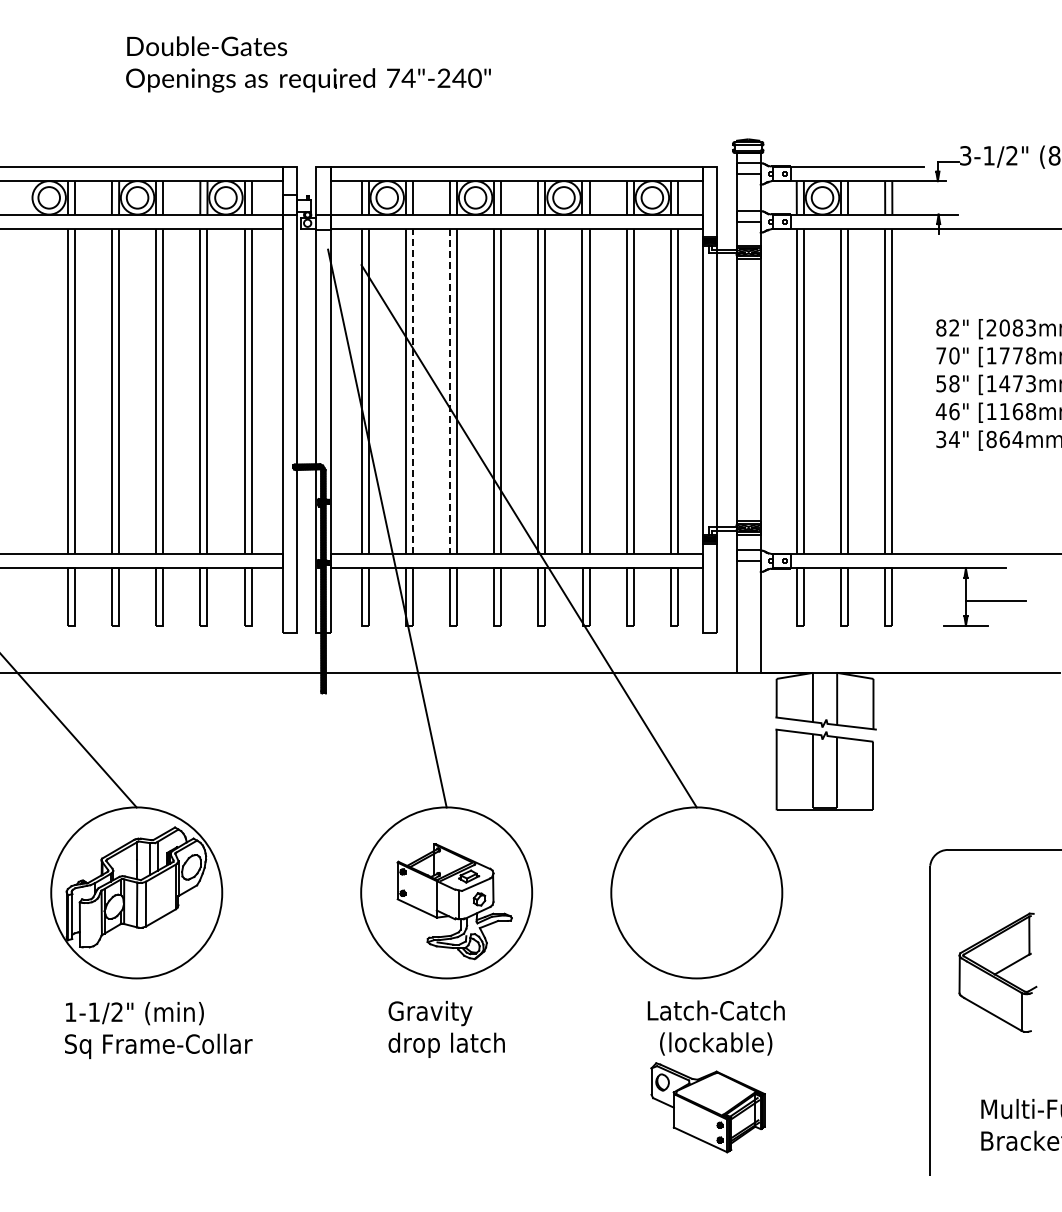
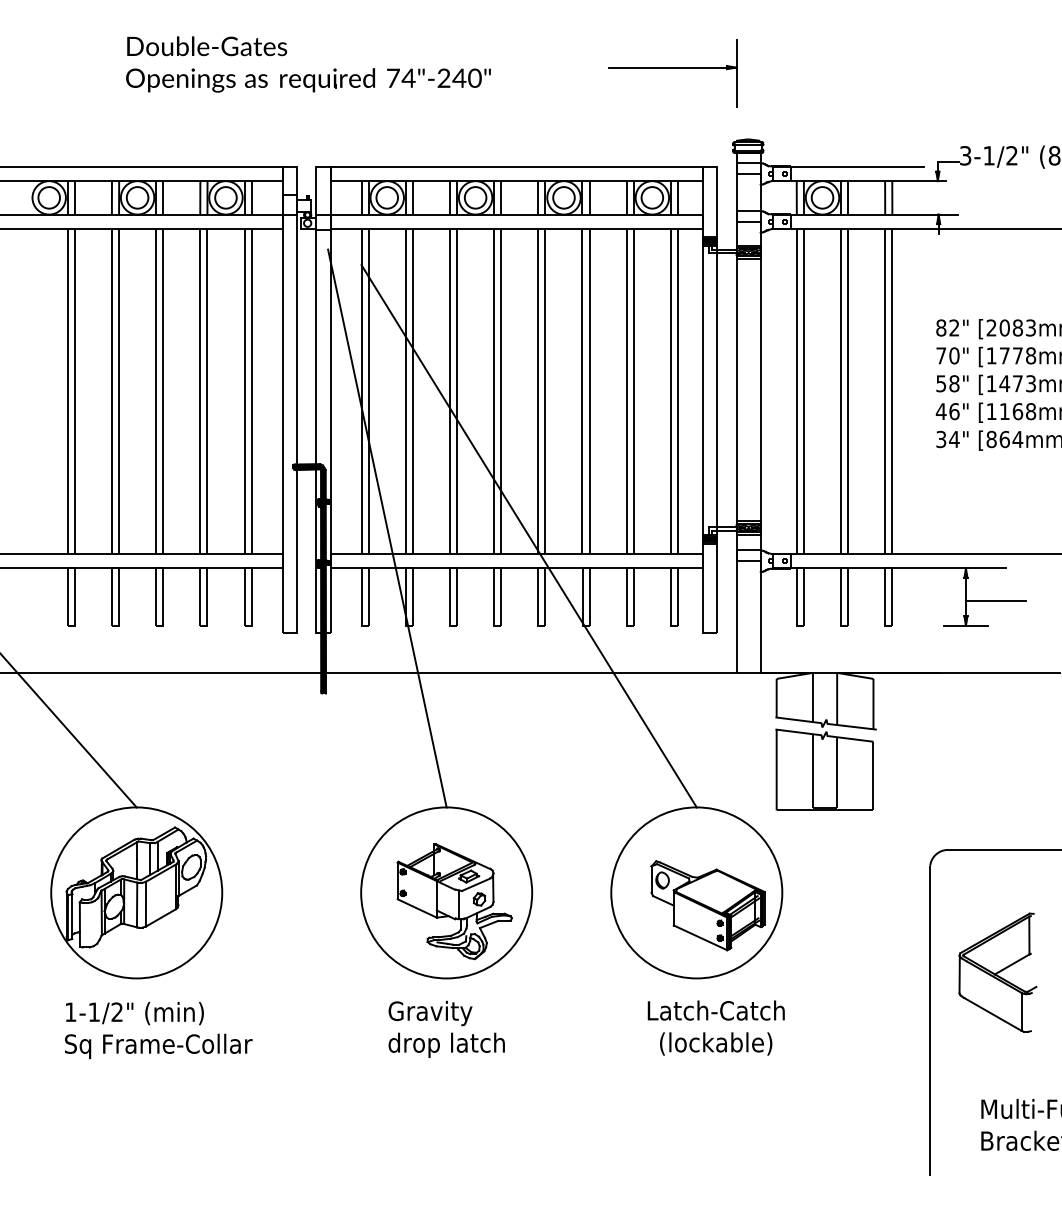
part at (672, 73): none -> present
line at (412, 391): dashed -> solid
line at (449, 392): dashed -> solid
part at (707, 1107) position: (707, 1107) -> (707, 905)
